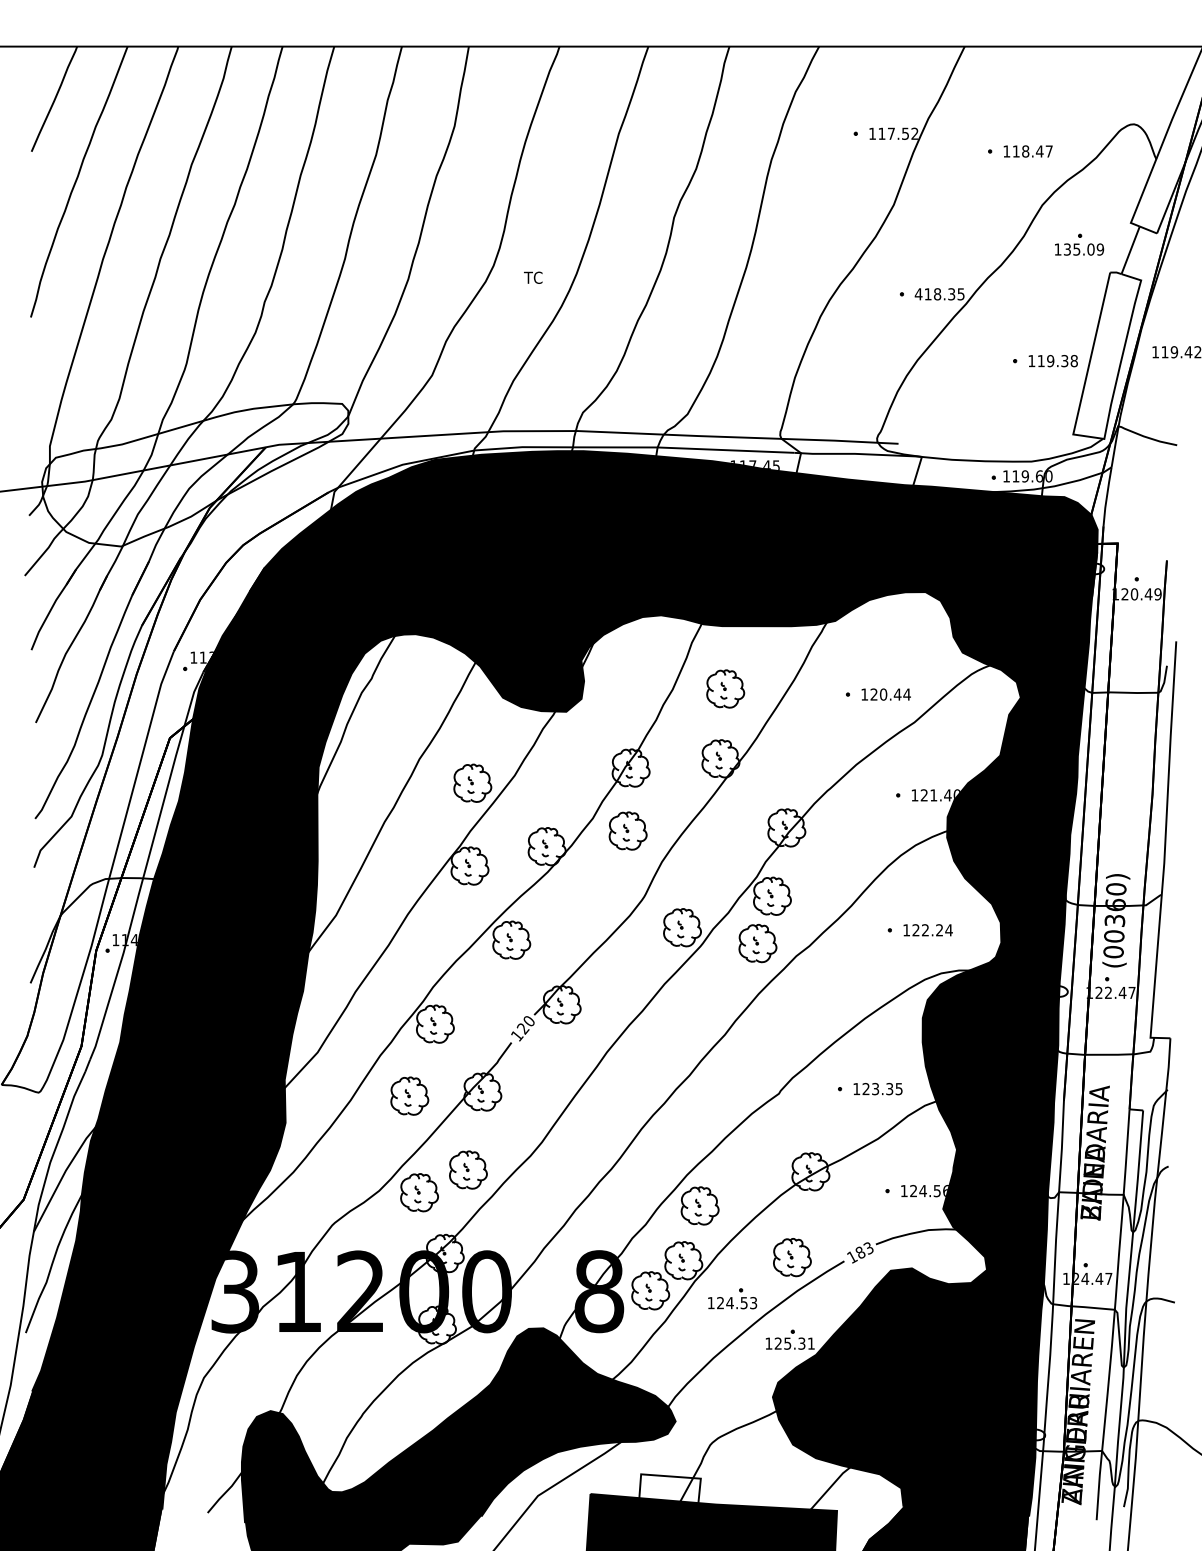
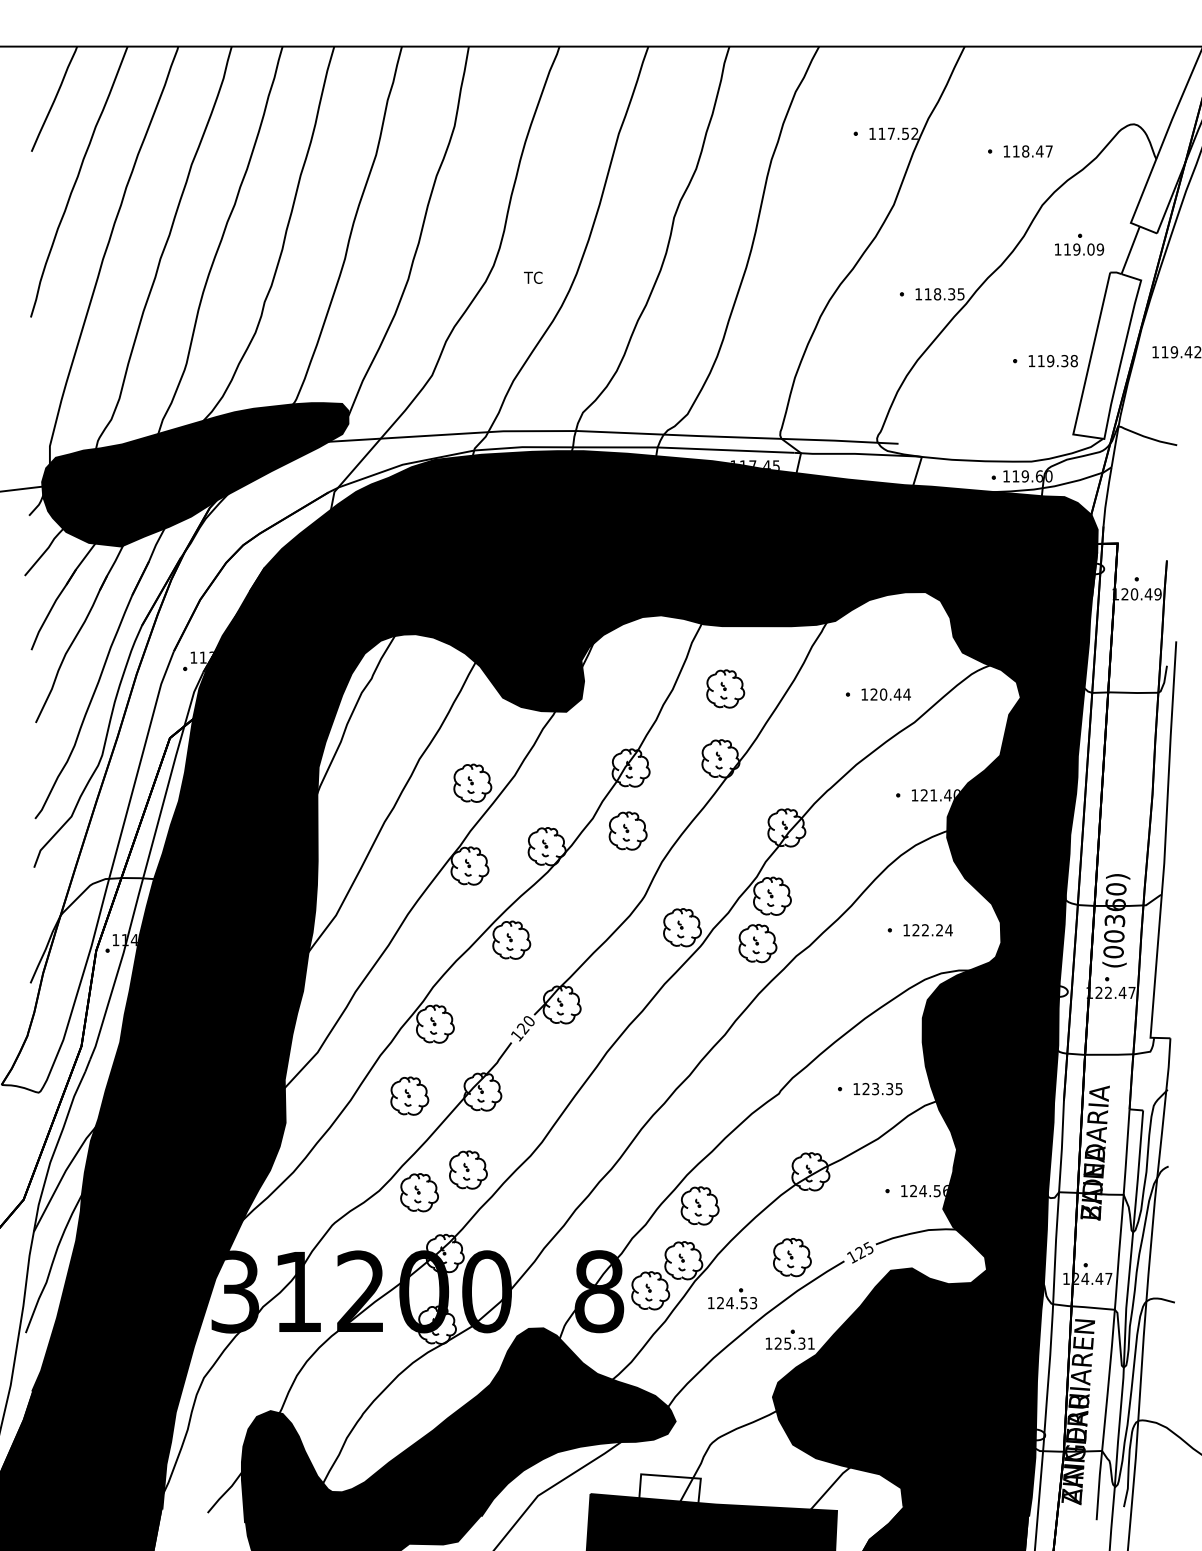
text at (1071, 249): 135.09 -> 119.09
text at (918, 294): 418.35 -> 118.35
fill at (195, 474): none -> present
text at (864, 1250): 183 -> 125
